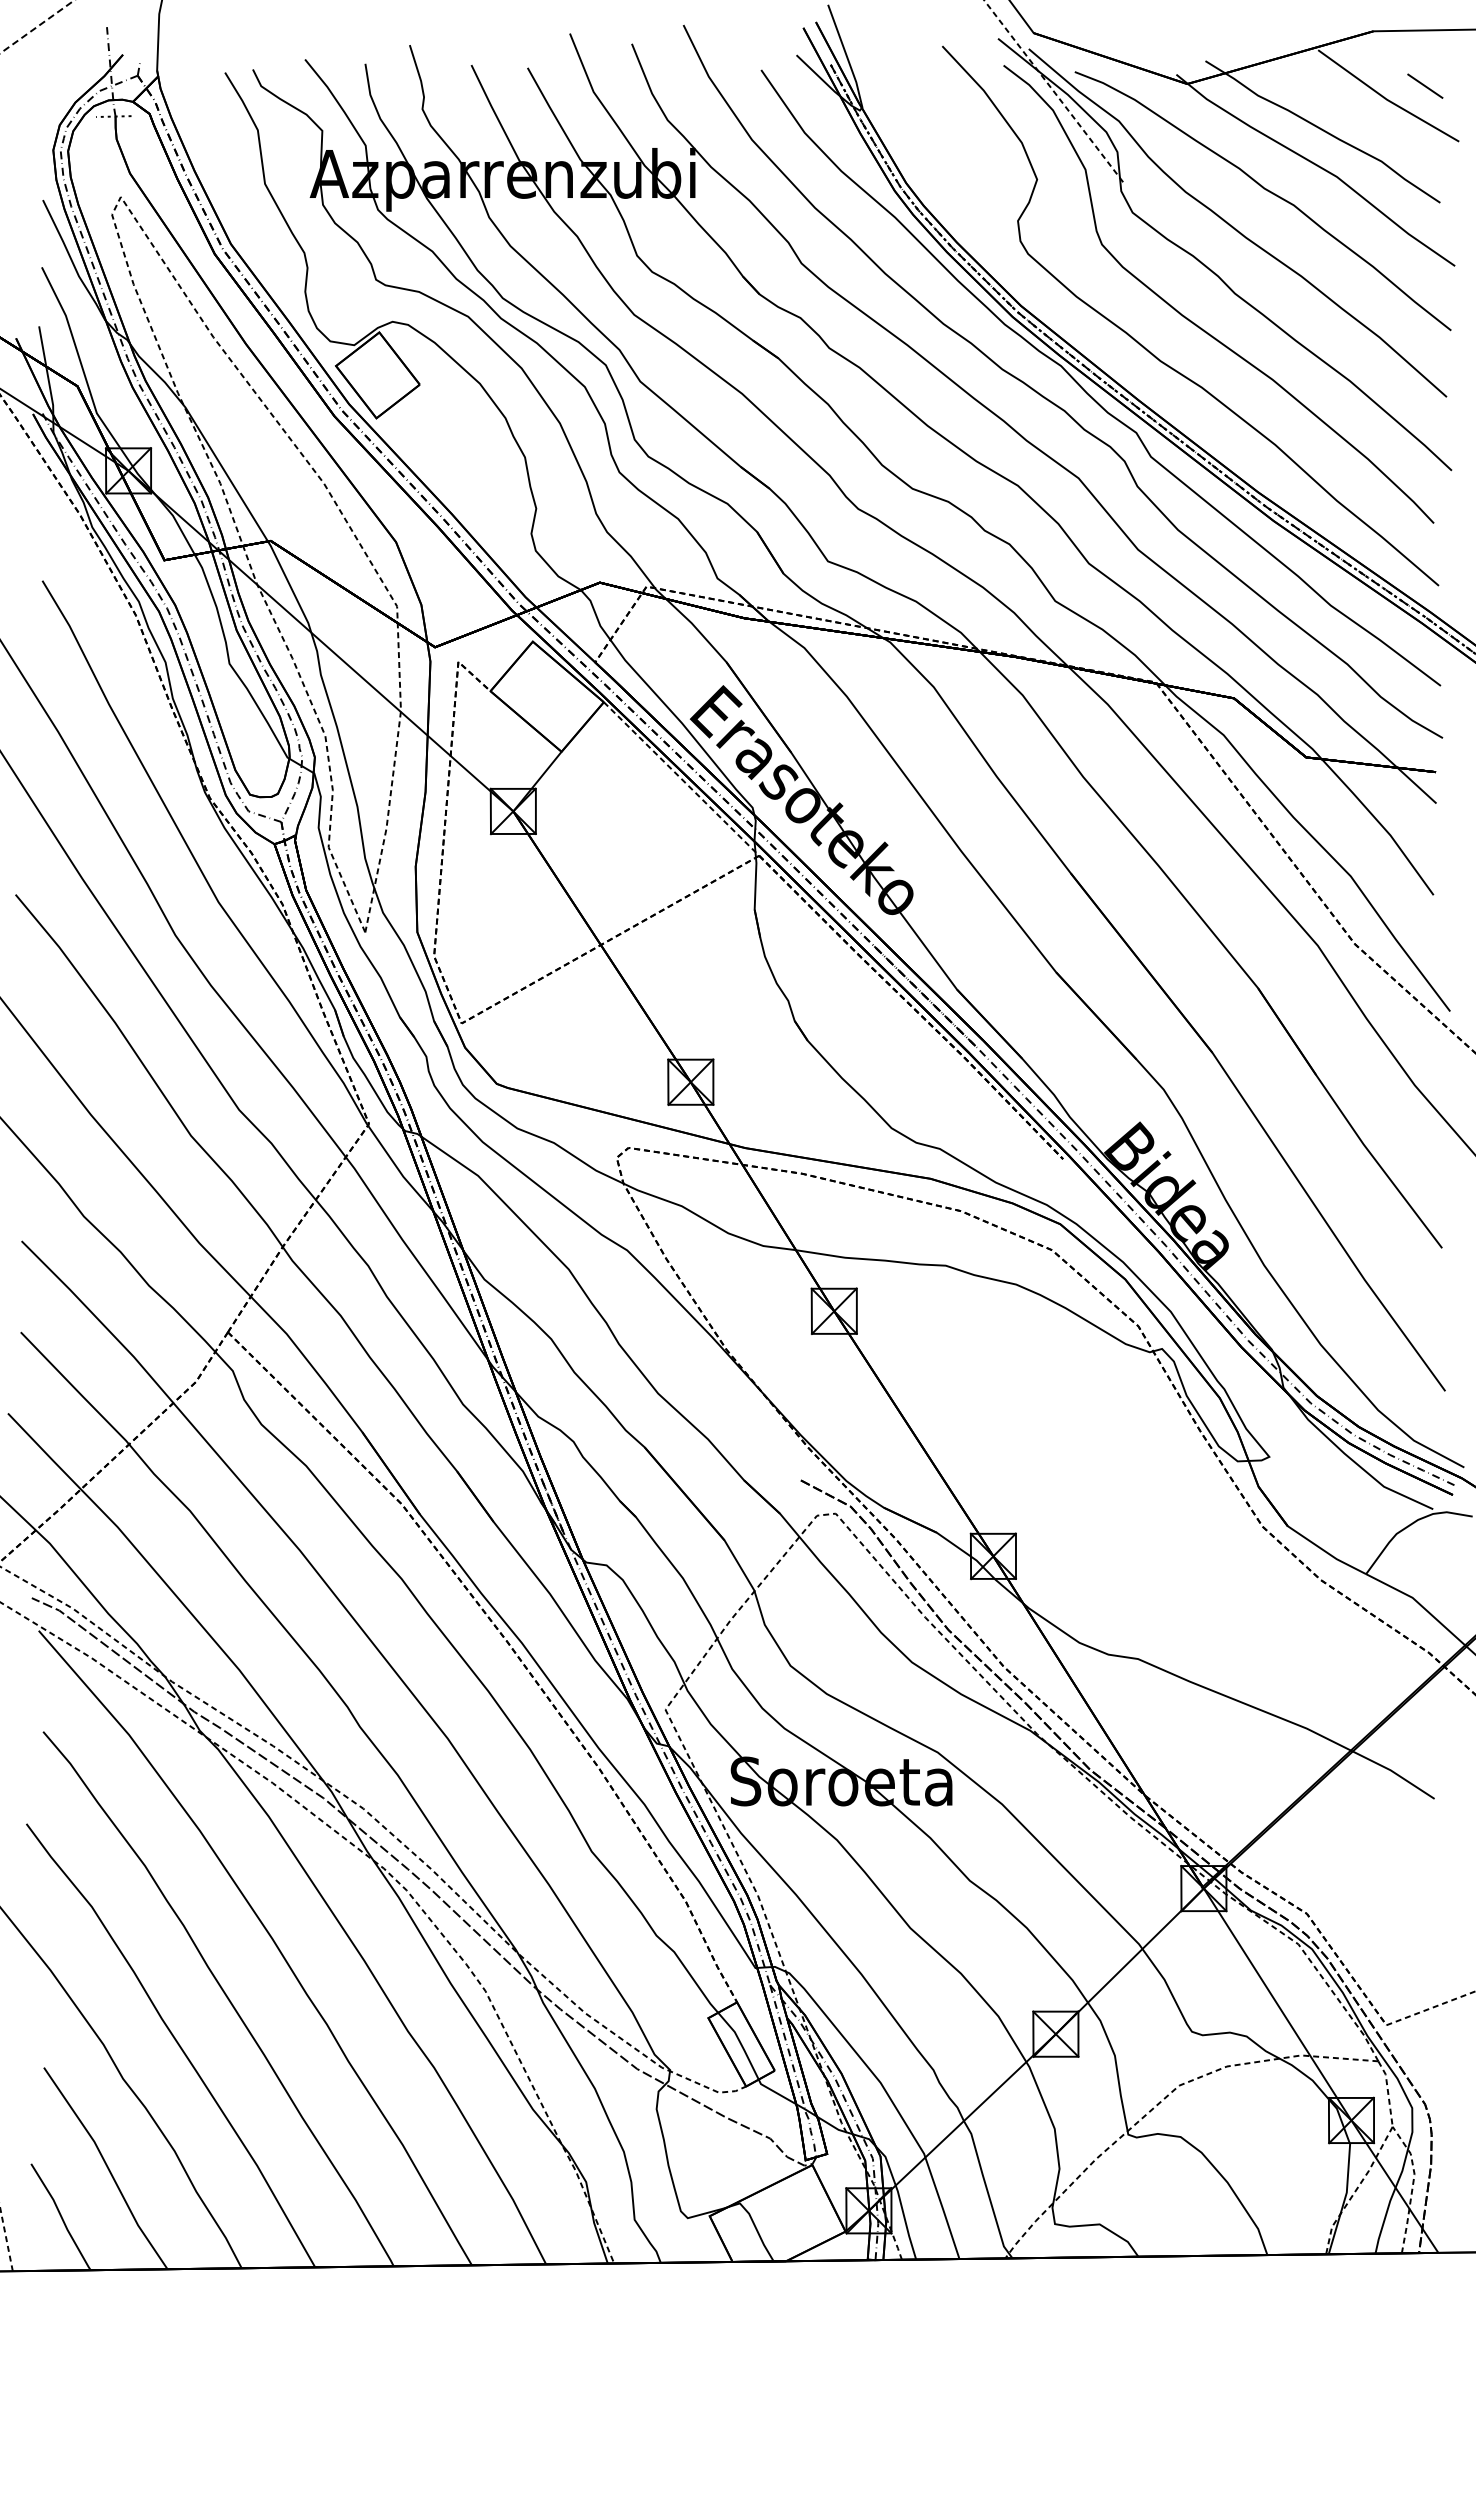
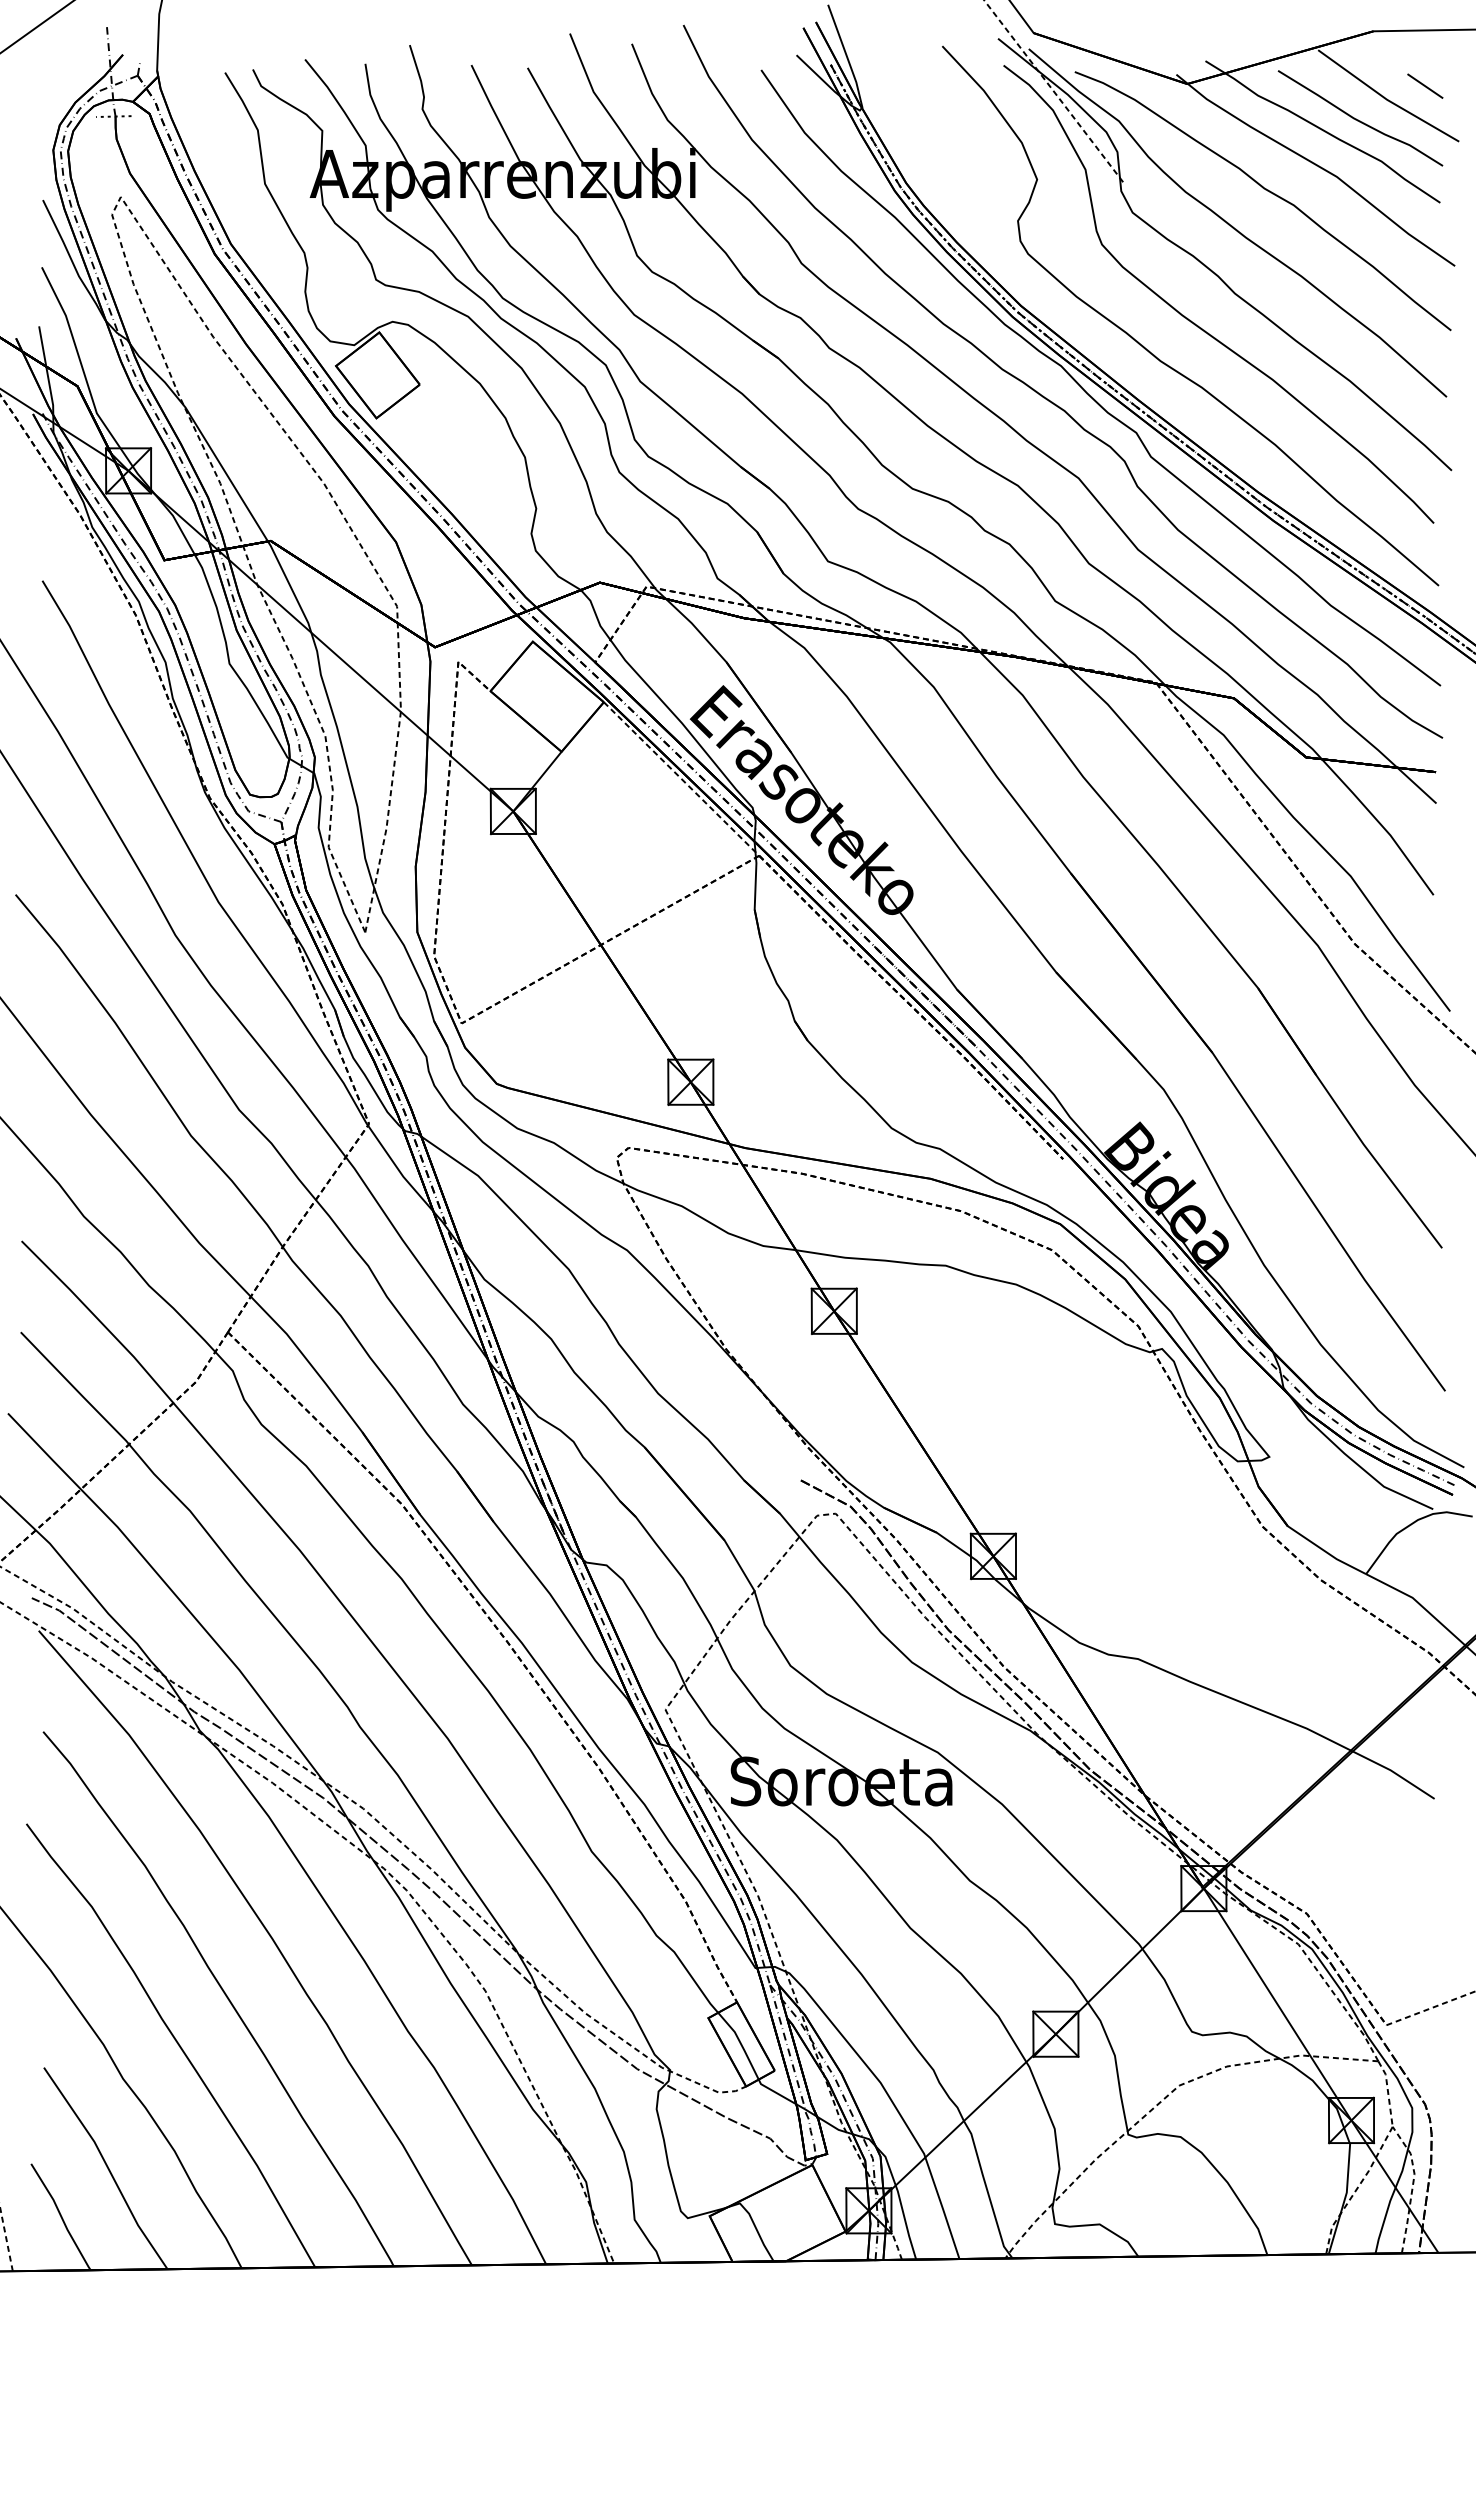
line at (37, 26): dashed -> solid
curve at (1360, 120): none -> present
